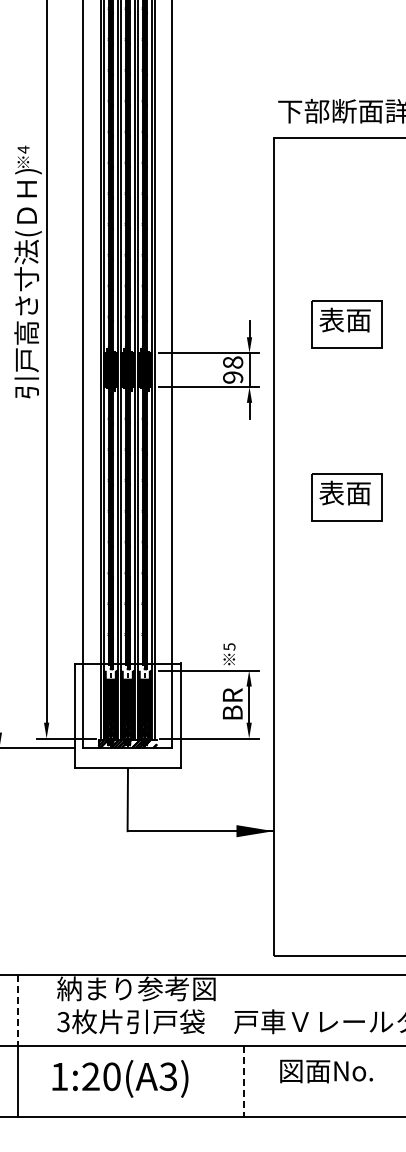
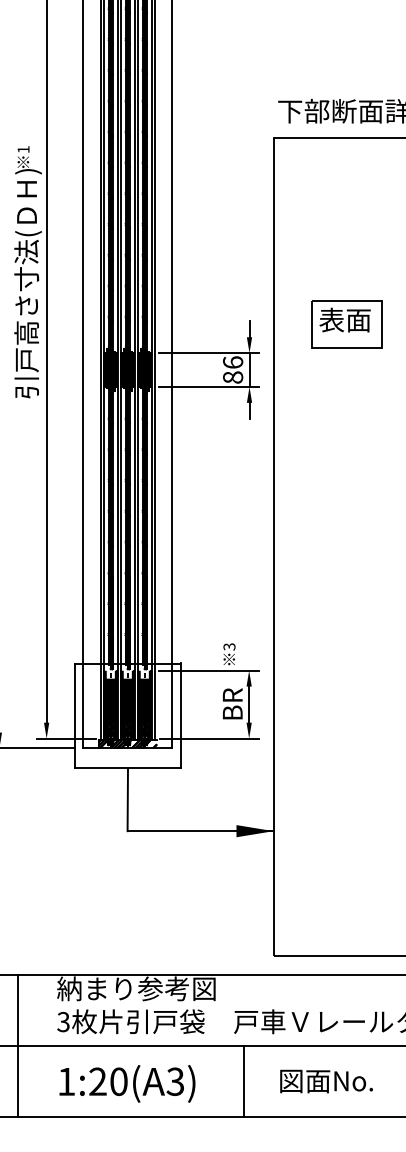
text at (23, 149): 4 -> 1
text at (233, 369): 98 -> 86
part at (346, 497): present -> none
text at (228, 646): 5 -> 3
line at (17, 1010): dashed -> solid
text at (326, 1071) position: (326, 1071) -> (326, 1081)
text at (120, 1078) position: (120, 1078) -> (127, 1083)
line at (244, 1081): dashed -> solid
